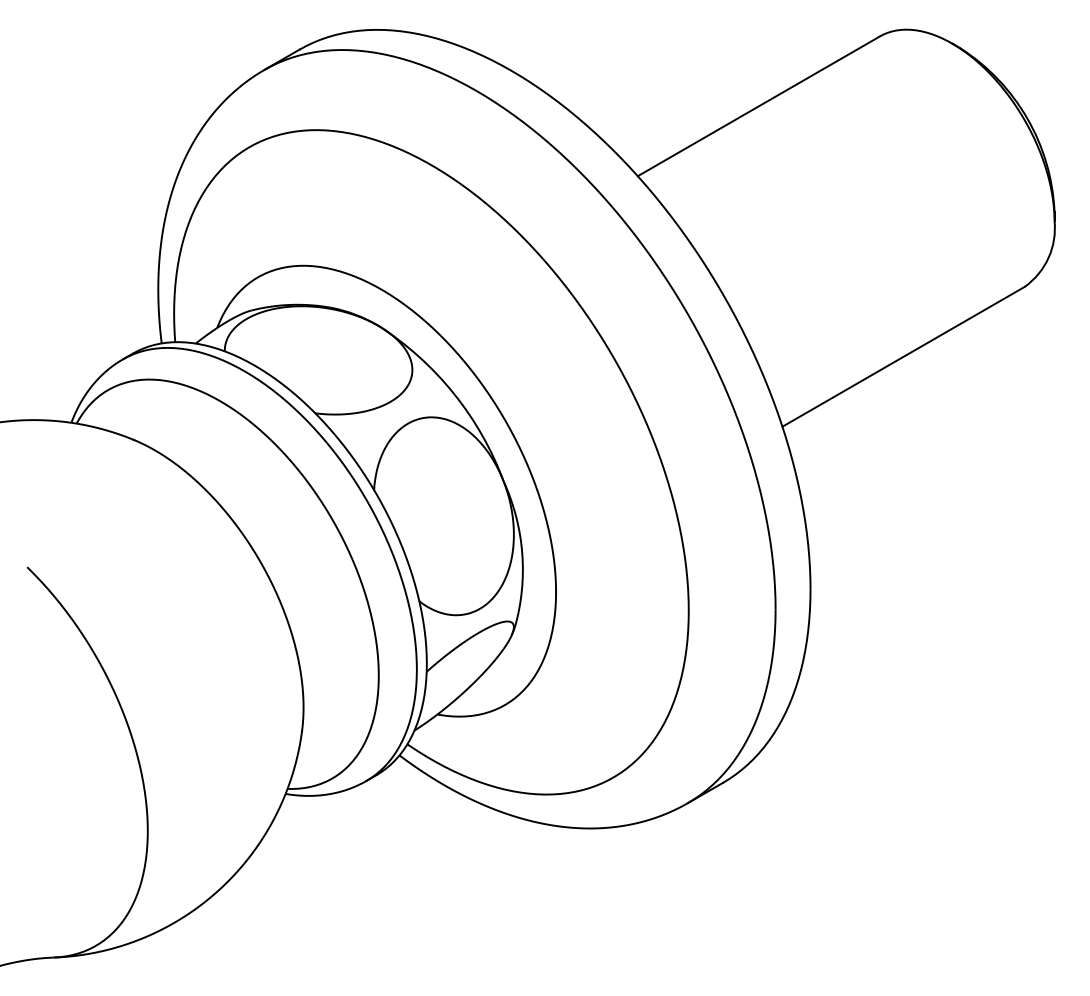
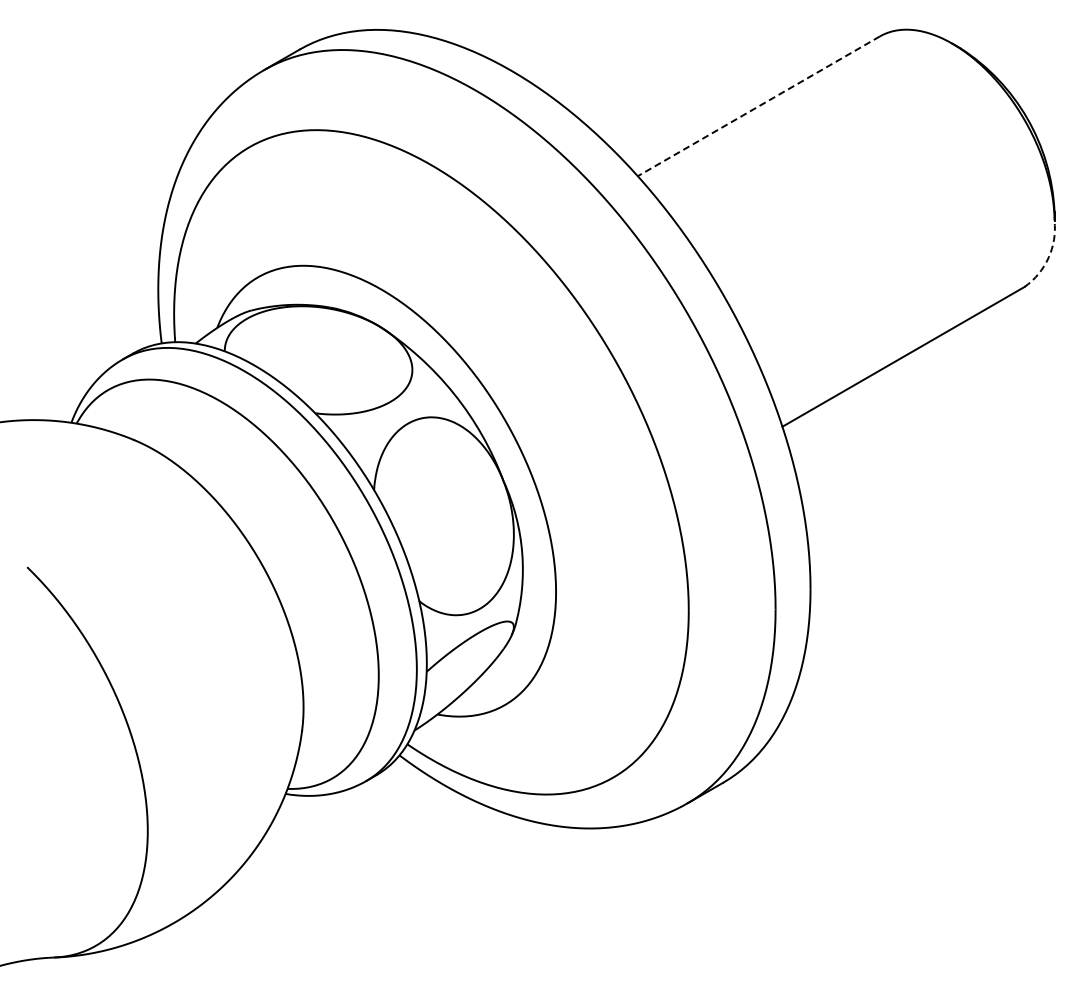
line at (758, 106): solid -> dashed
arc at (1048, 257): solid -> dashed
